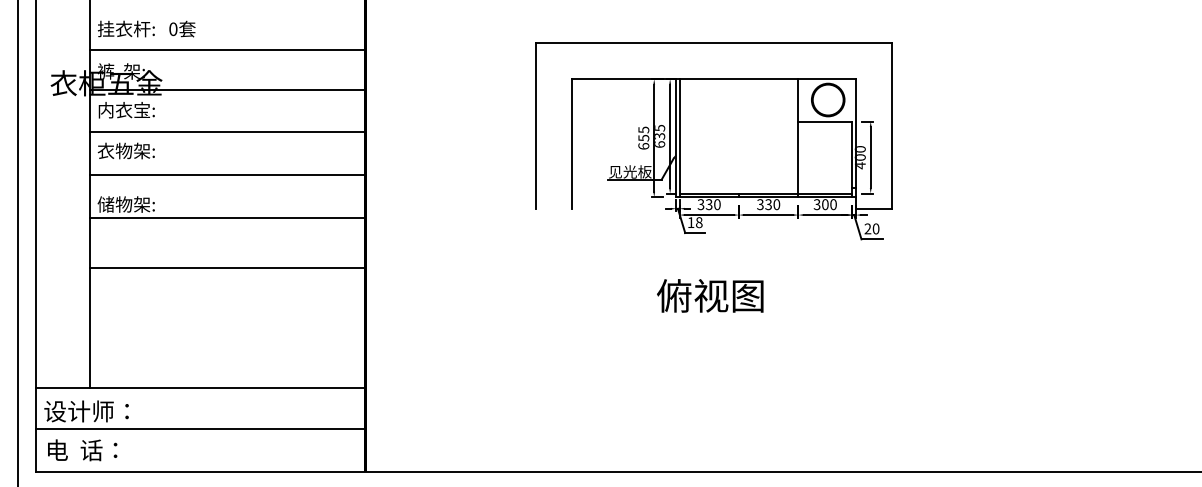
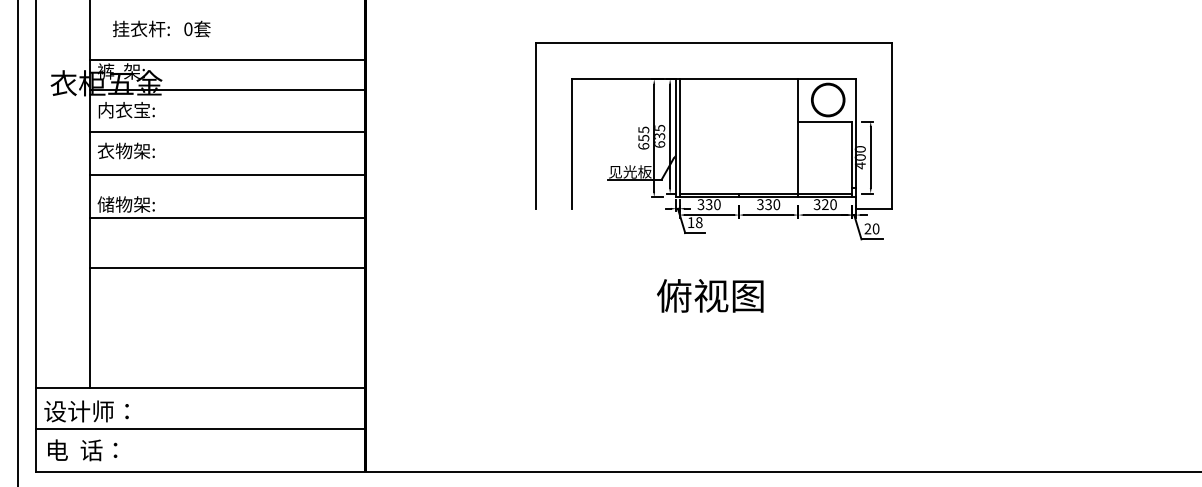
text at (146, 28) position: (146, 28) -> (161, 28)
line at (227, 49) position: (227, 49) -> (227, 59)
text at (825, 204): 300 -> 320
